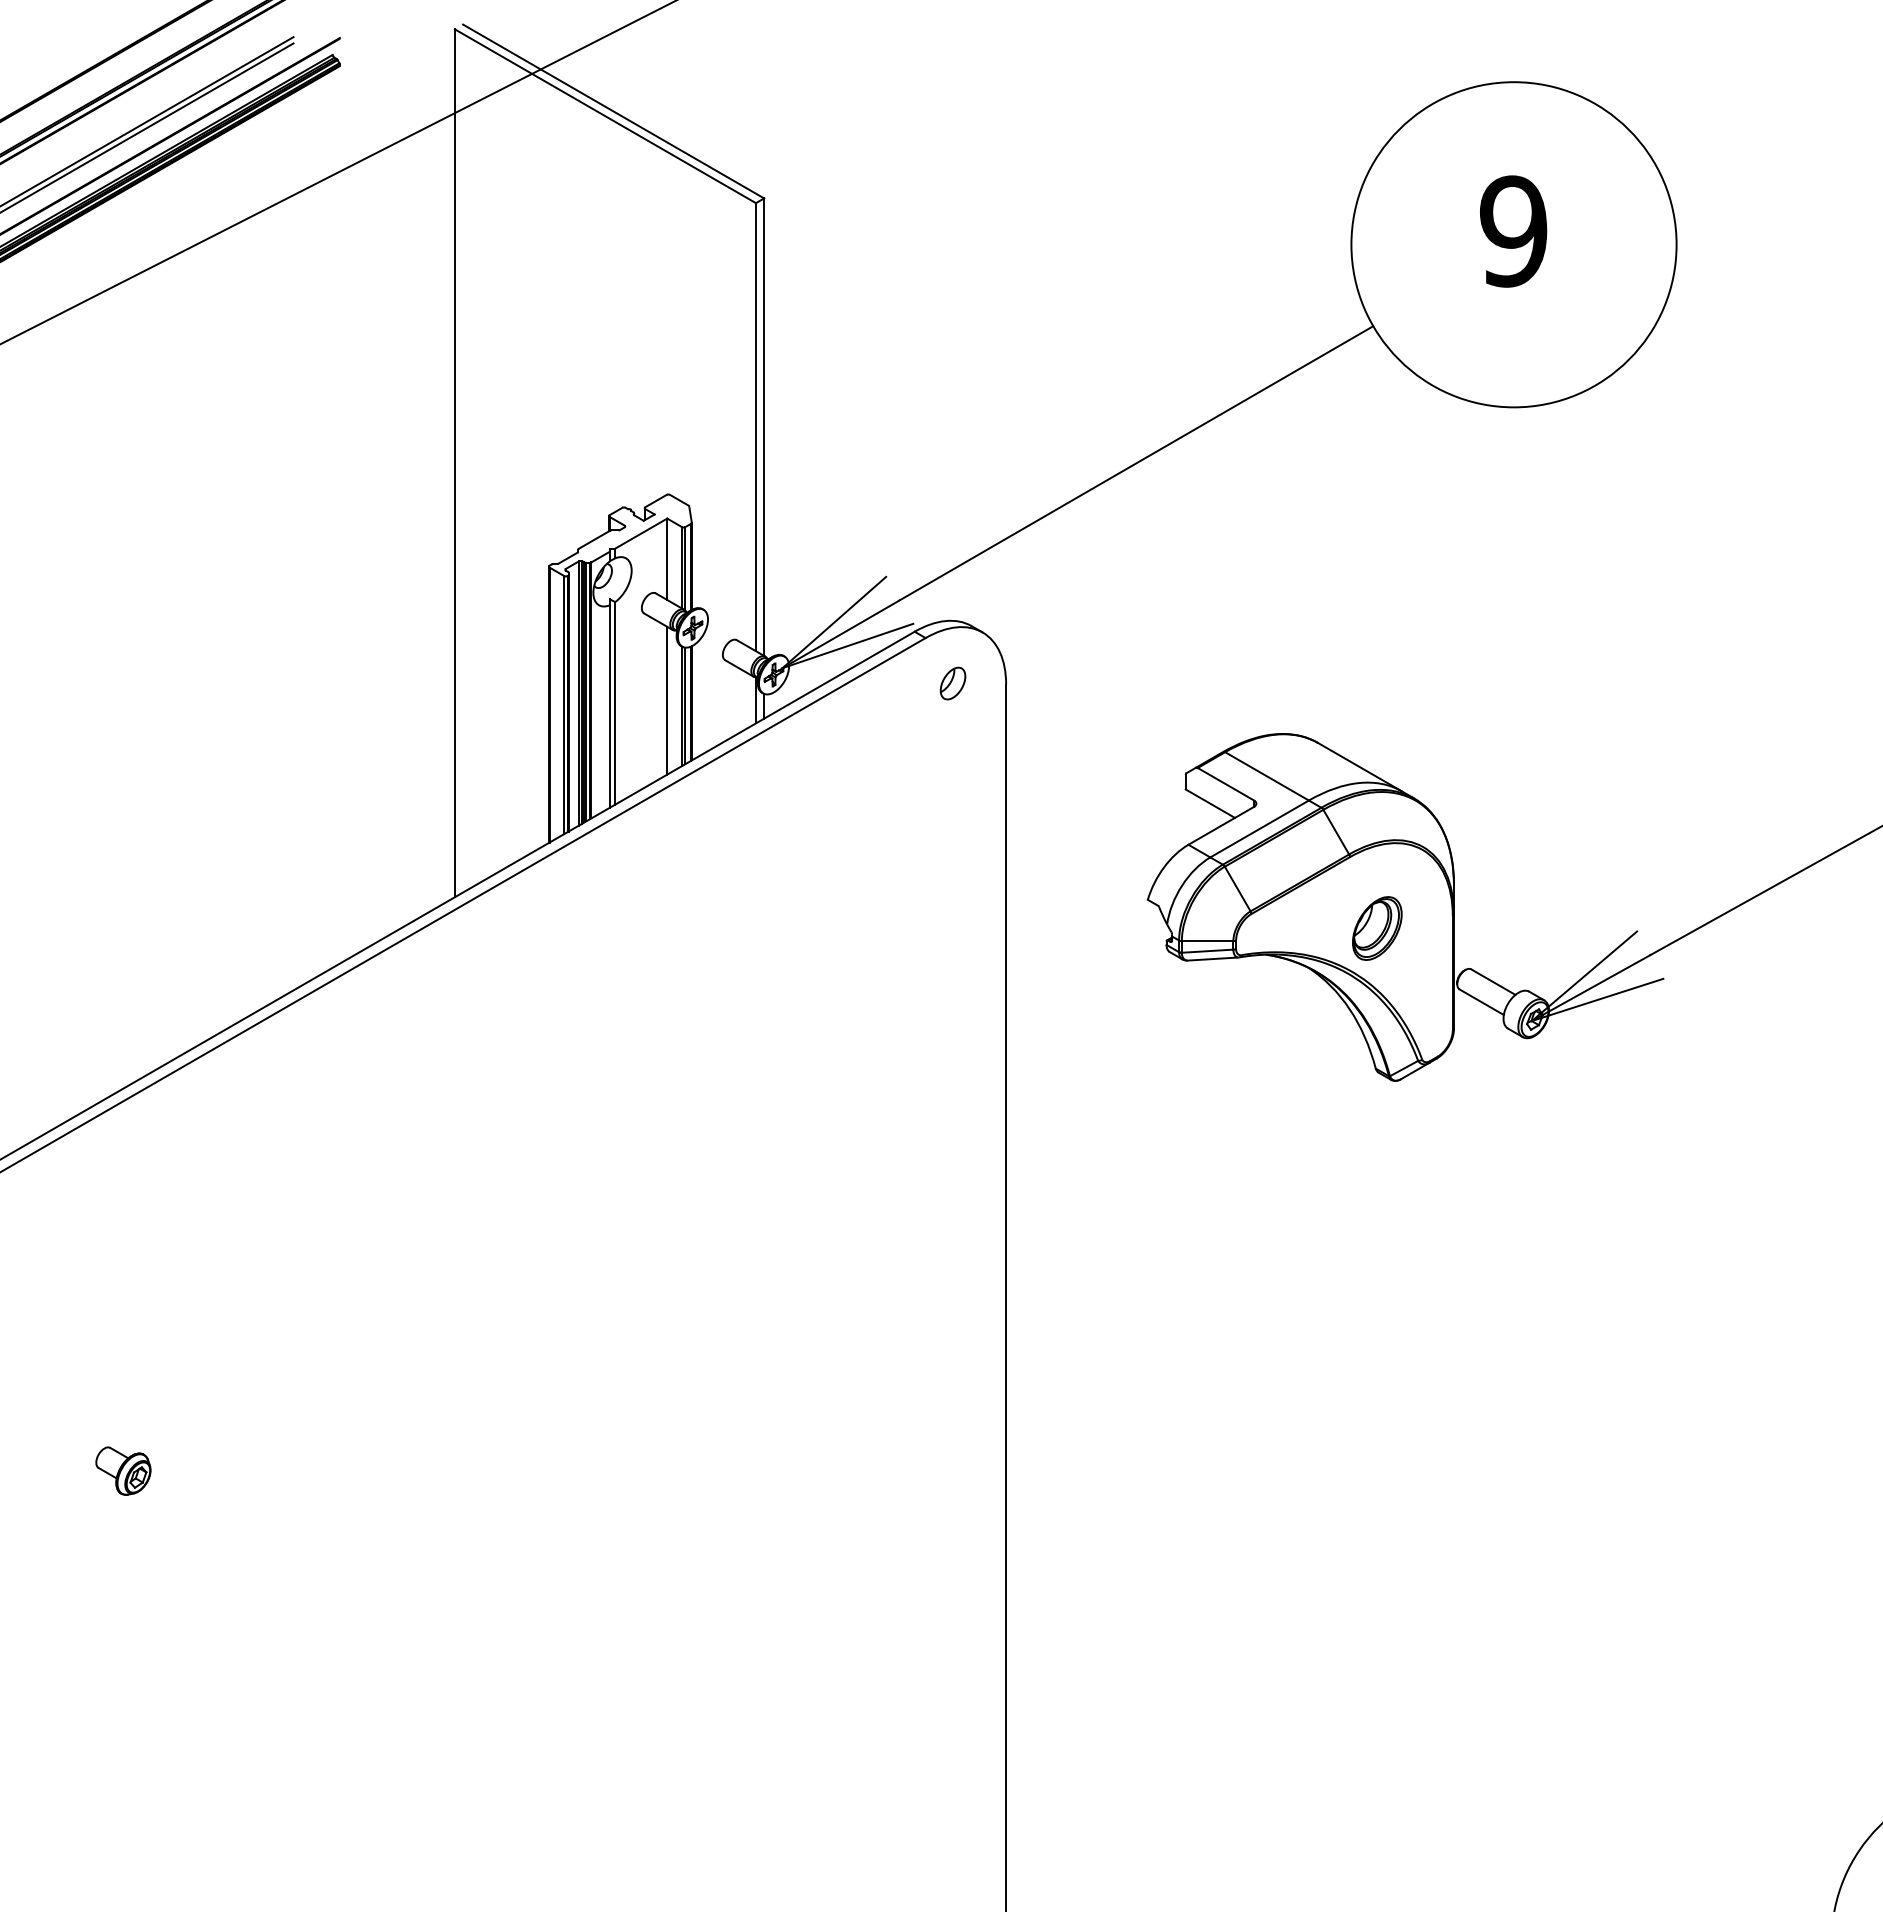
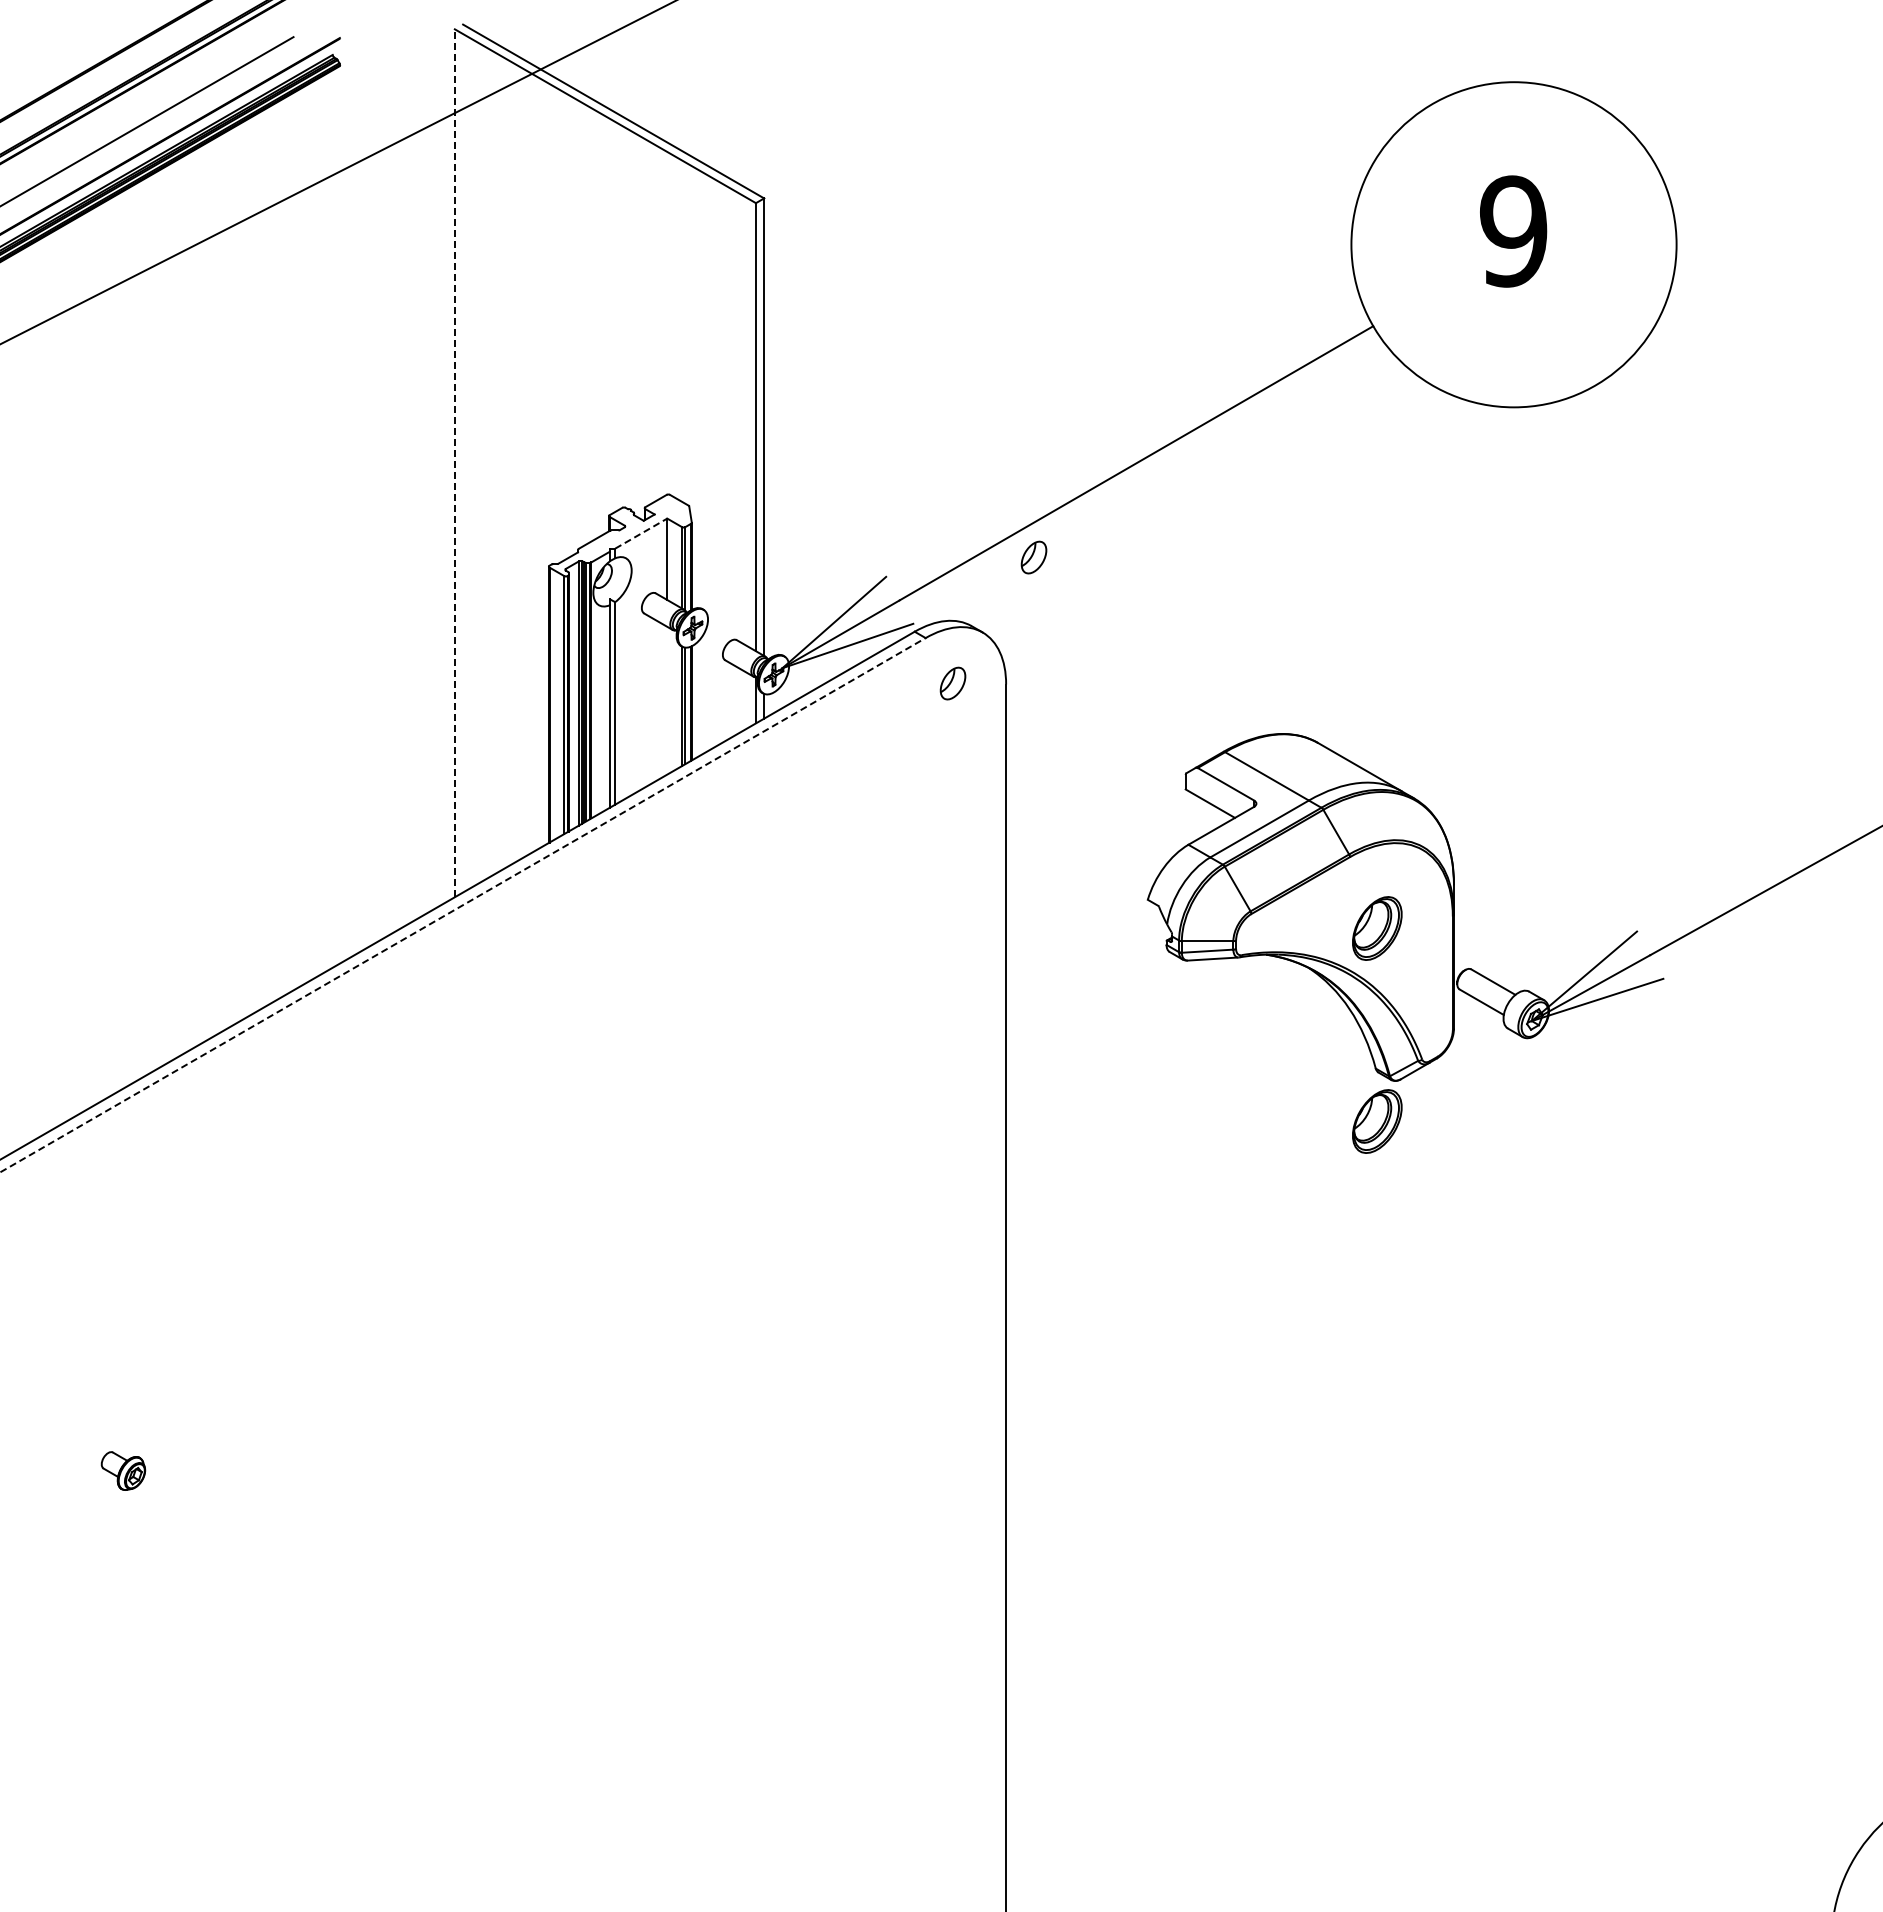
line at (147, 127): present -> none
line at (454, 463): solid -> dashed
line at (641, 533): solid -> dashed
part at (1033, 557): none -> present
line at (667, 700): present -> none
line at (463, 905): solid -> dashed
part at (1377, 1121): none -> present
part at (123, 1470) size: 57x50 px -> 47x40 px
